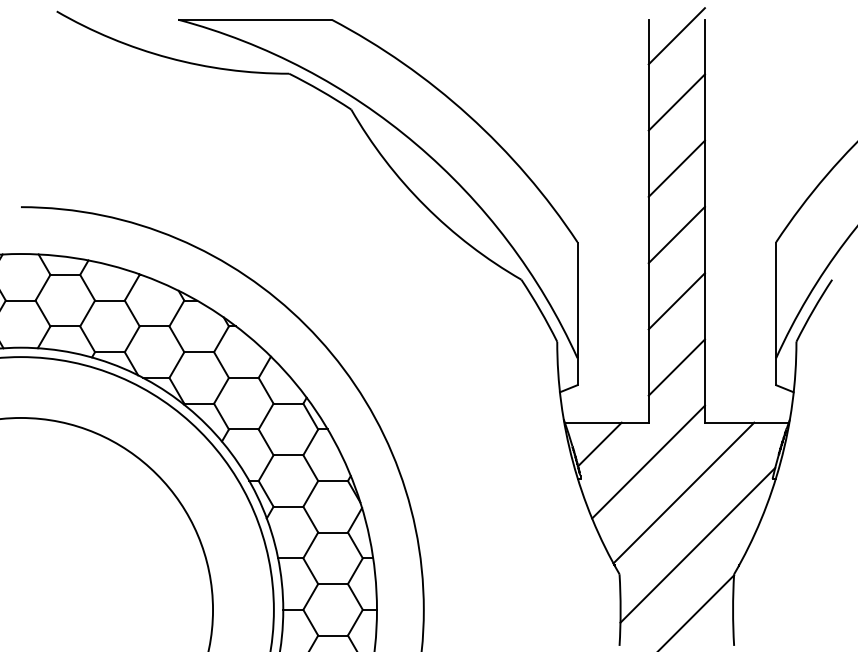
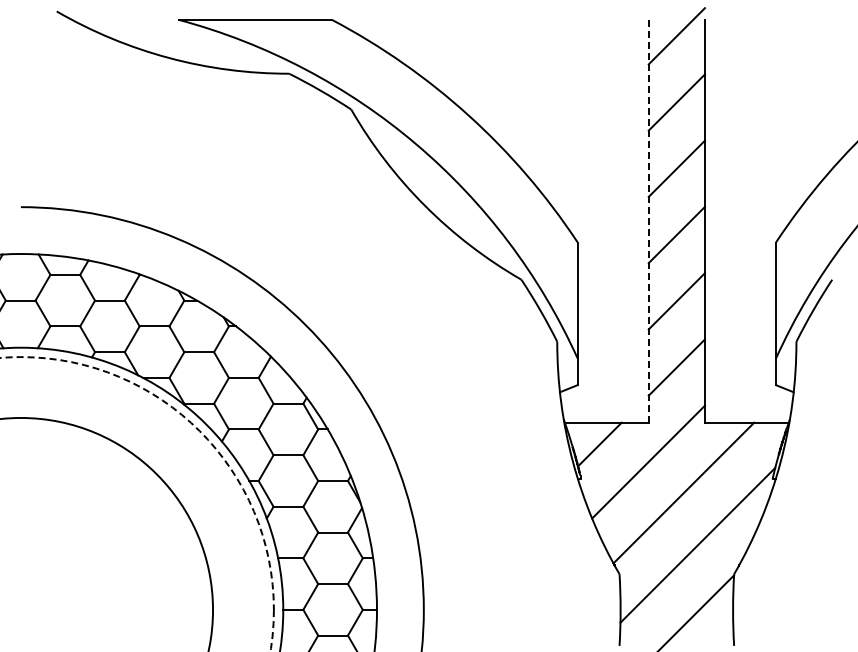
line at (648, 220): solid -> dashed
circle at (136, 504): solid -> dashed
